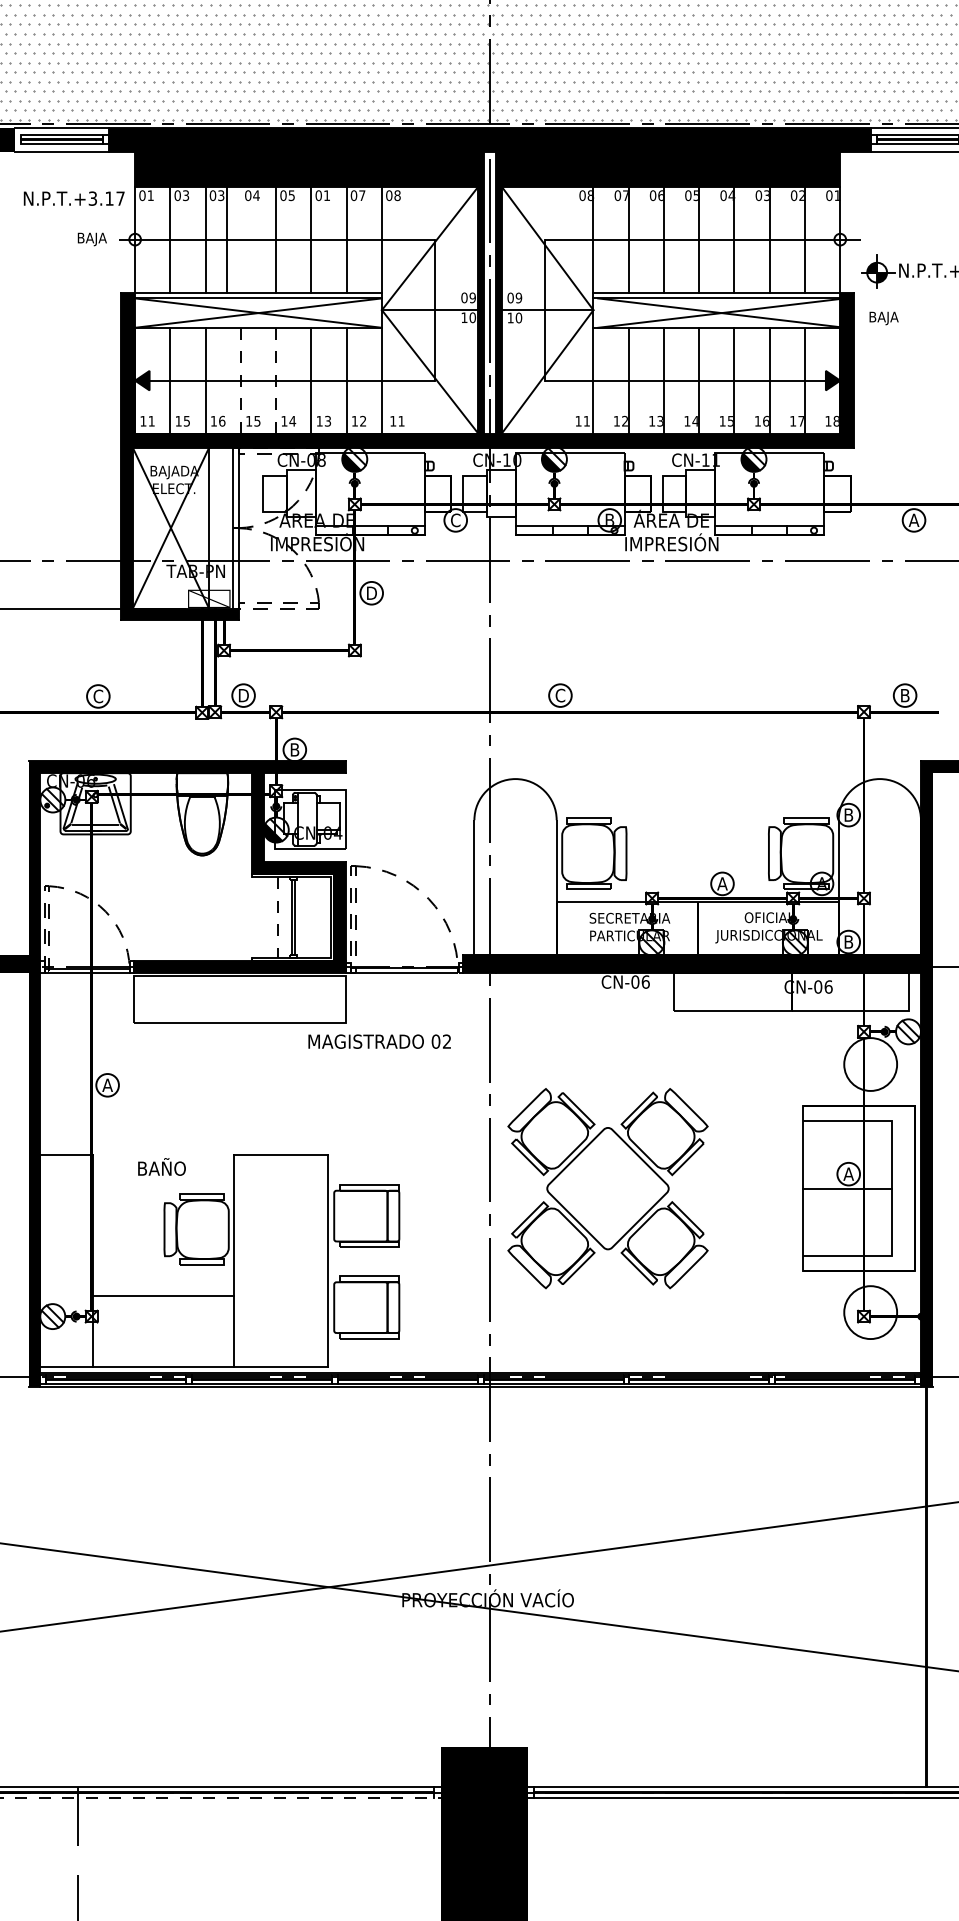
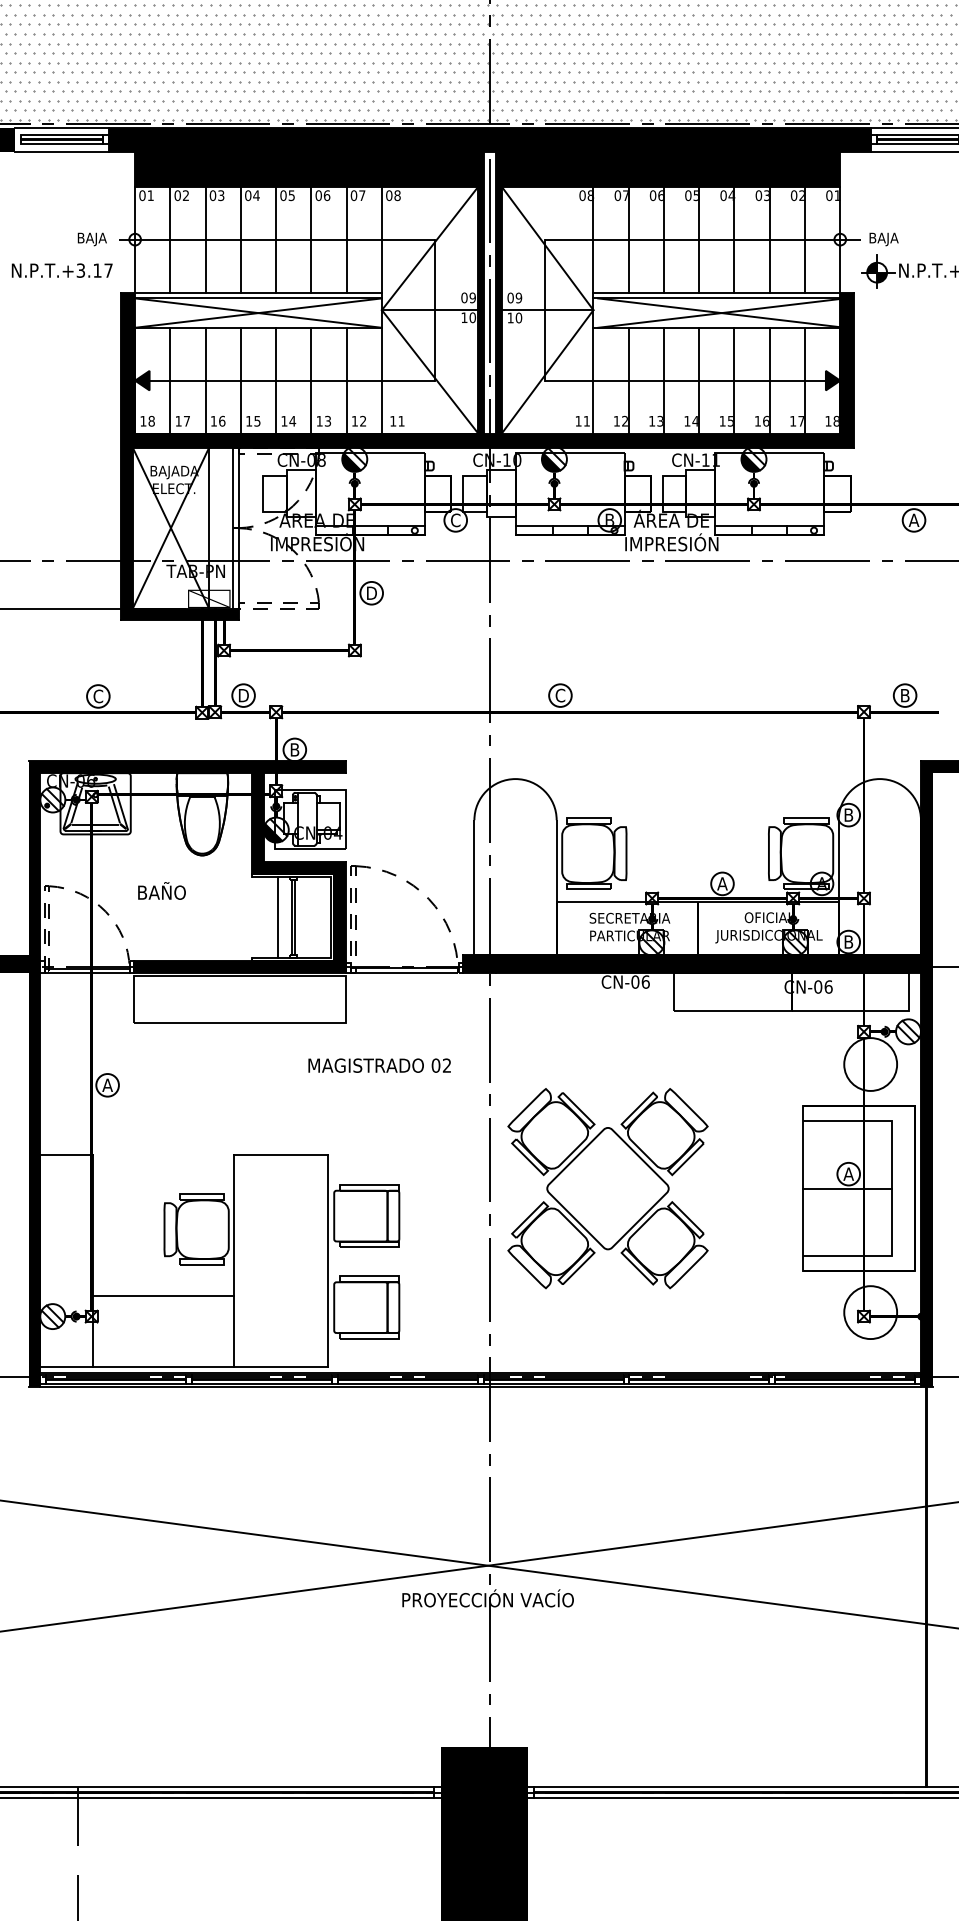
text at (186, 195): 03 -> 02
text at (326, 195): 01 -> 06
text at (73, 198) position: (73, 198) -> (61, 270)
line at (226, 239) position: (226, 239) -> (240, 239)
text at (883, 318) position: (883, 318) -> (883, 239)
line at (240, 380): dashed -> solid
line at (276, 380): dashed -> solid
text at (151, 420): 11 -> 18
text at (186, 421): 15 -> 17
line at (277, 917): dashed -> solid
text at (379, 1041) position: (379, 1041) -> (379, 1065)
text at (161, 1166) position: (161, 1166) -> (161, 890)
line at (478, 1606) position: (478, 1606) -> (478, 1564)
line at (220, 1798): dashed -> solid
